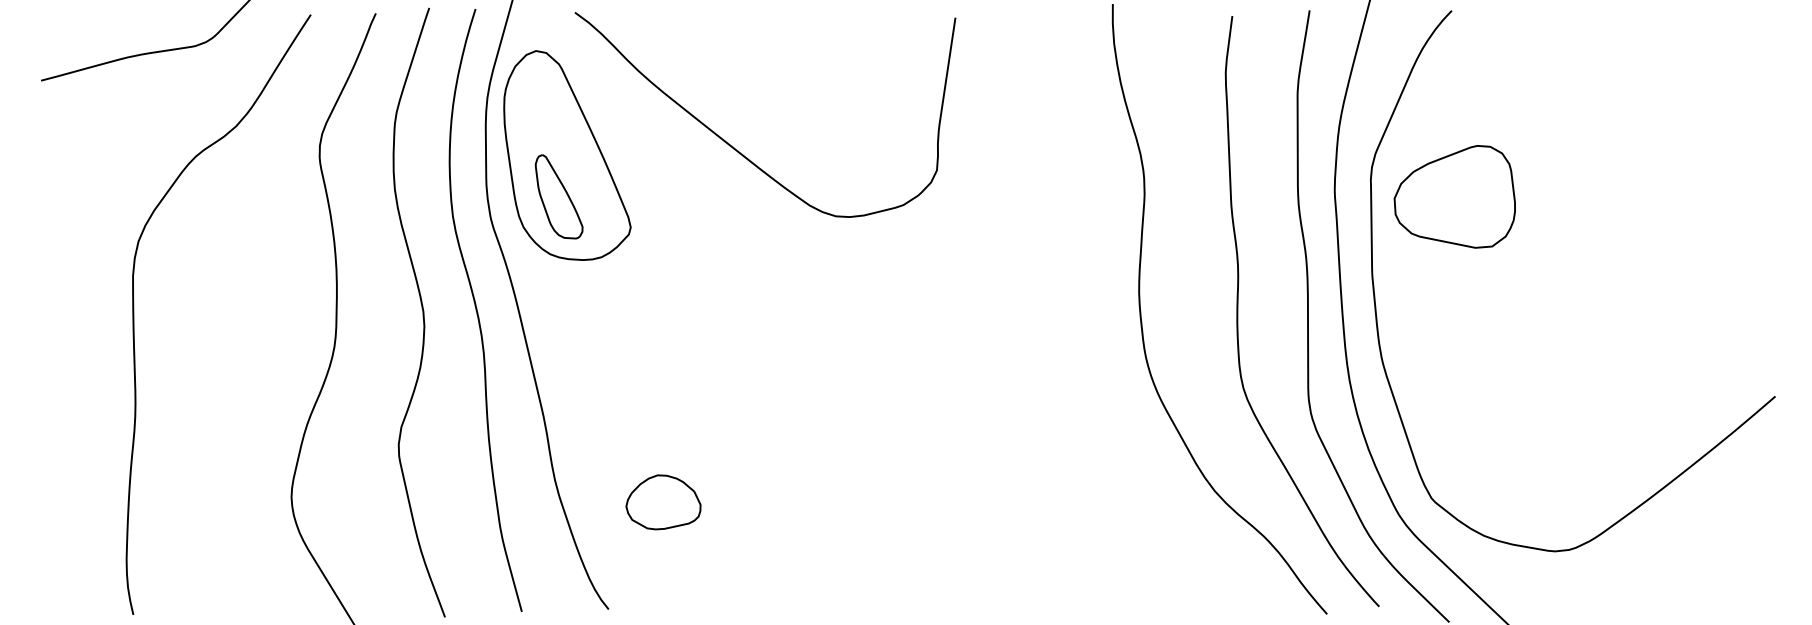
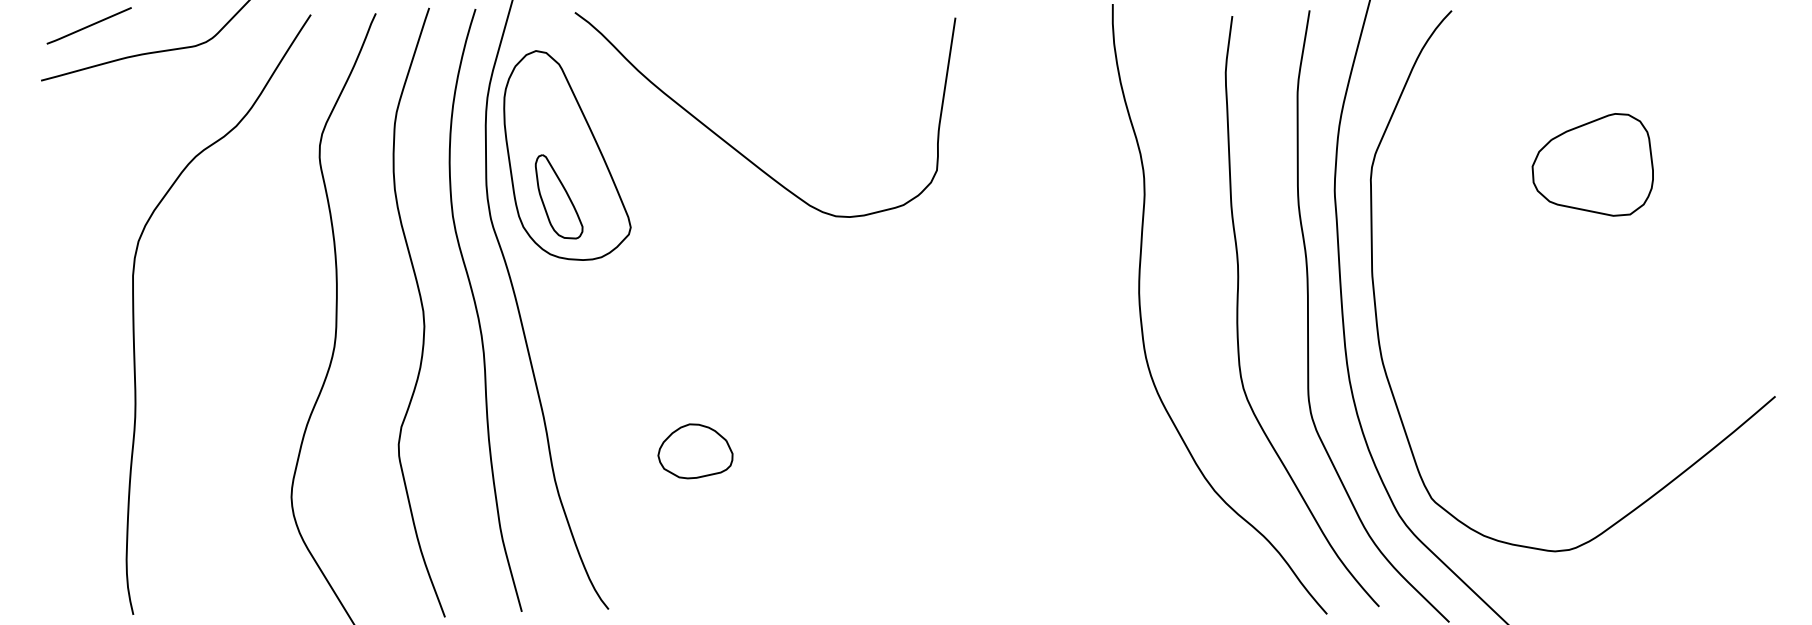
line at (88, 25): none -> present
part at (1454, 196) position: (1454, 196) -> (1592, 164)
part at (663, 502) position: (663, 502) -> (695, 451)
